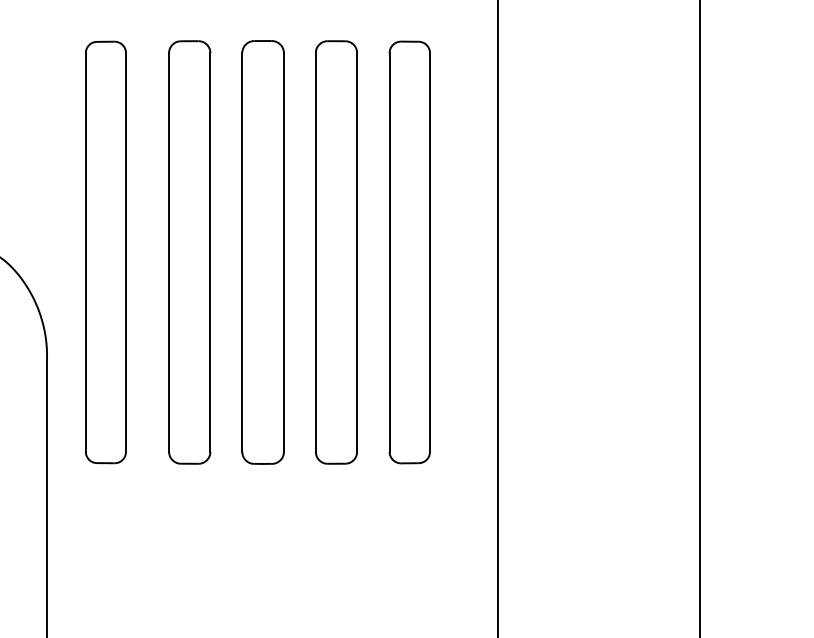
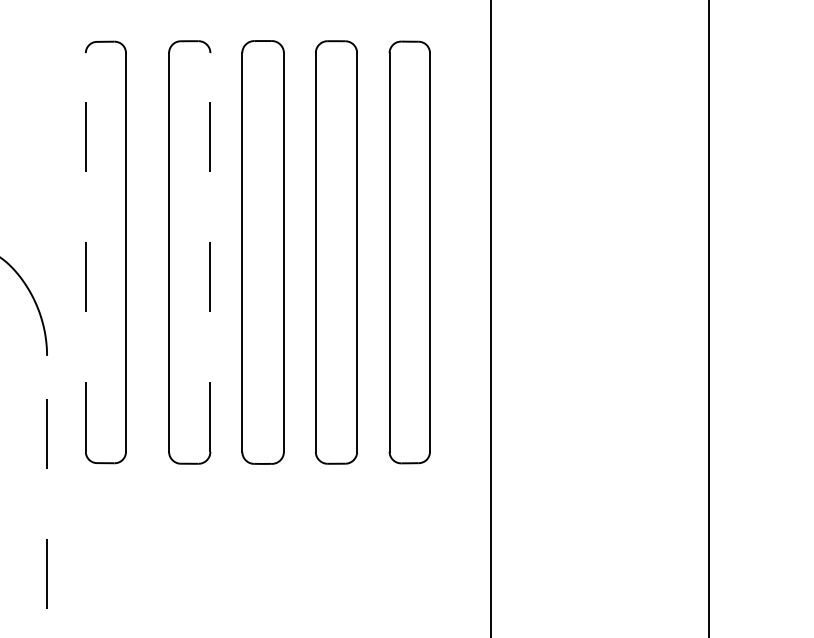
line at (85, 252): solid -> dashed
line at (210, 252): solid -> dashed
line at (498, 318) position: (498, 318) -> (491, 318)
line at (700, 318) position: (700, 318) -> (709, 318)
line at (47, 496): solid -> dashed
